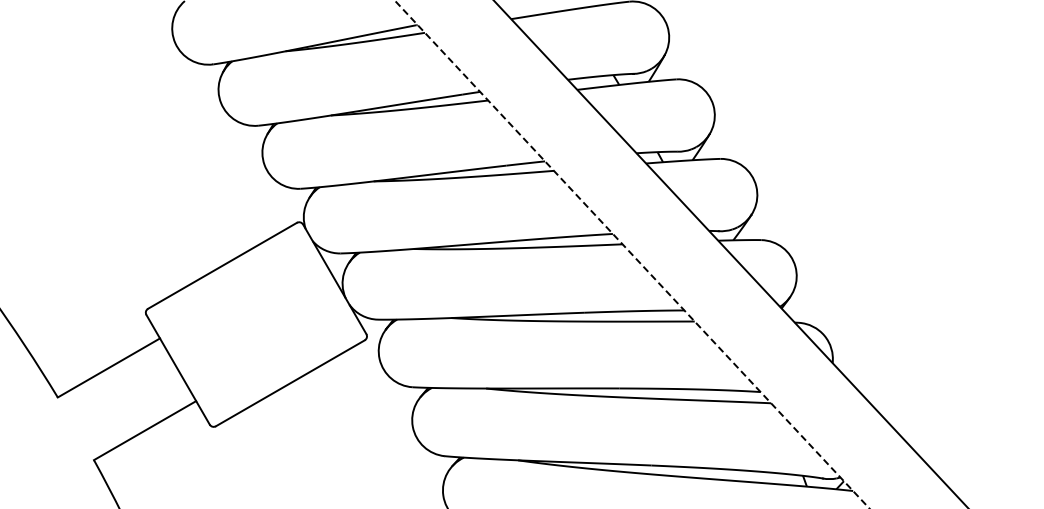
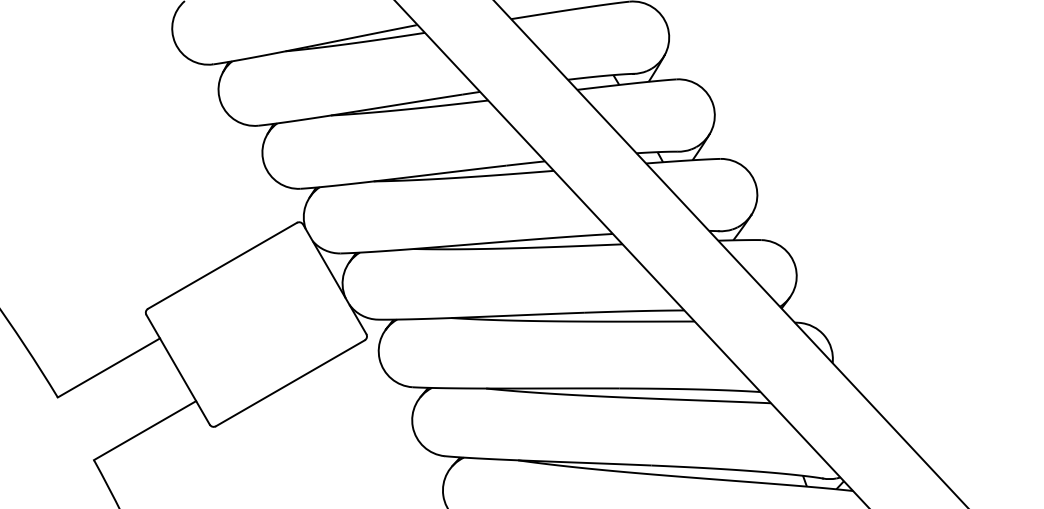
line at (631, 254): dashed -> solid
